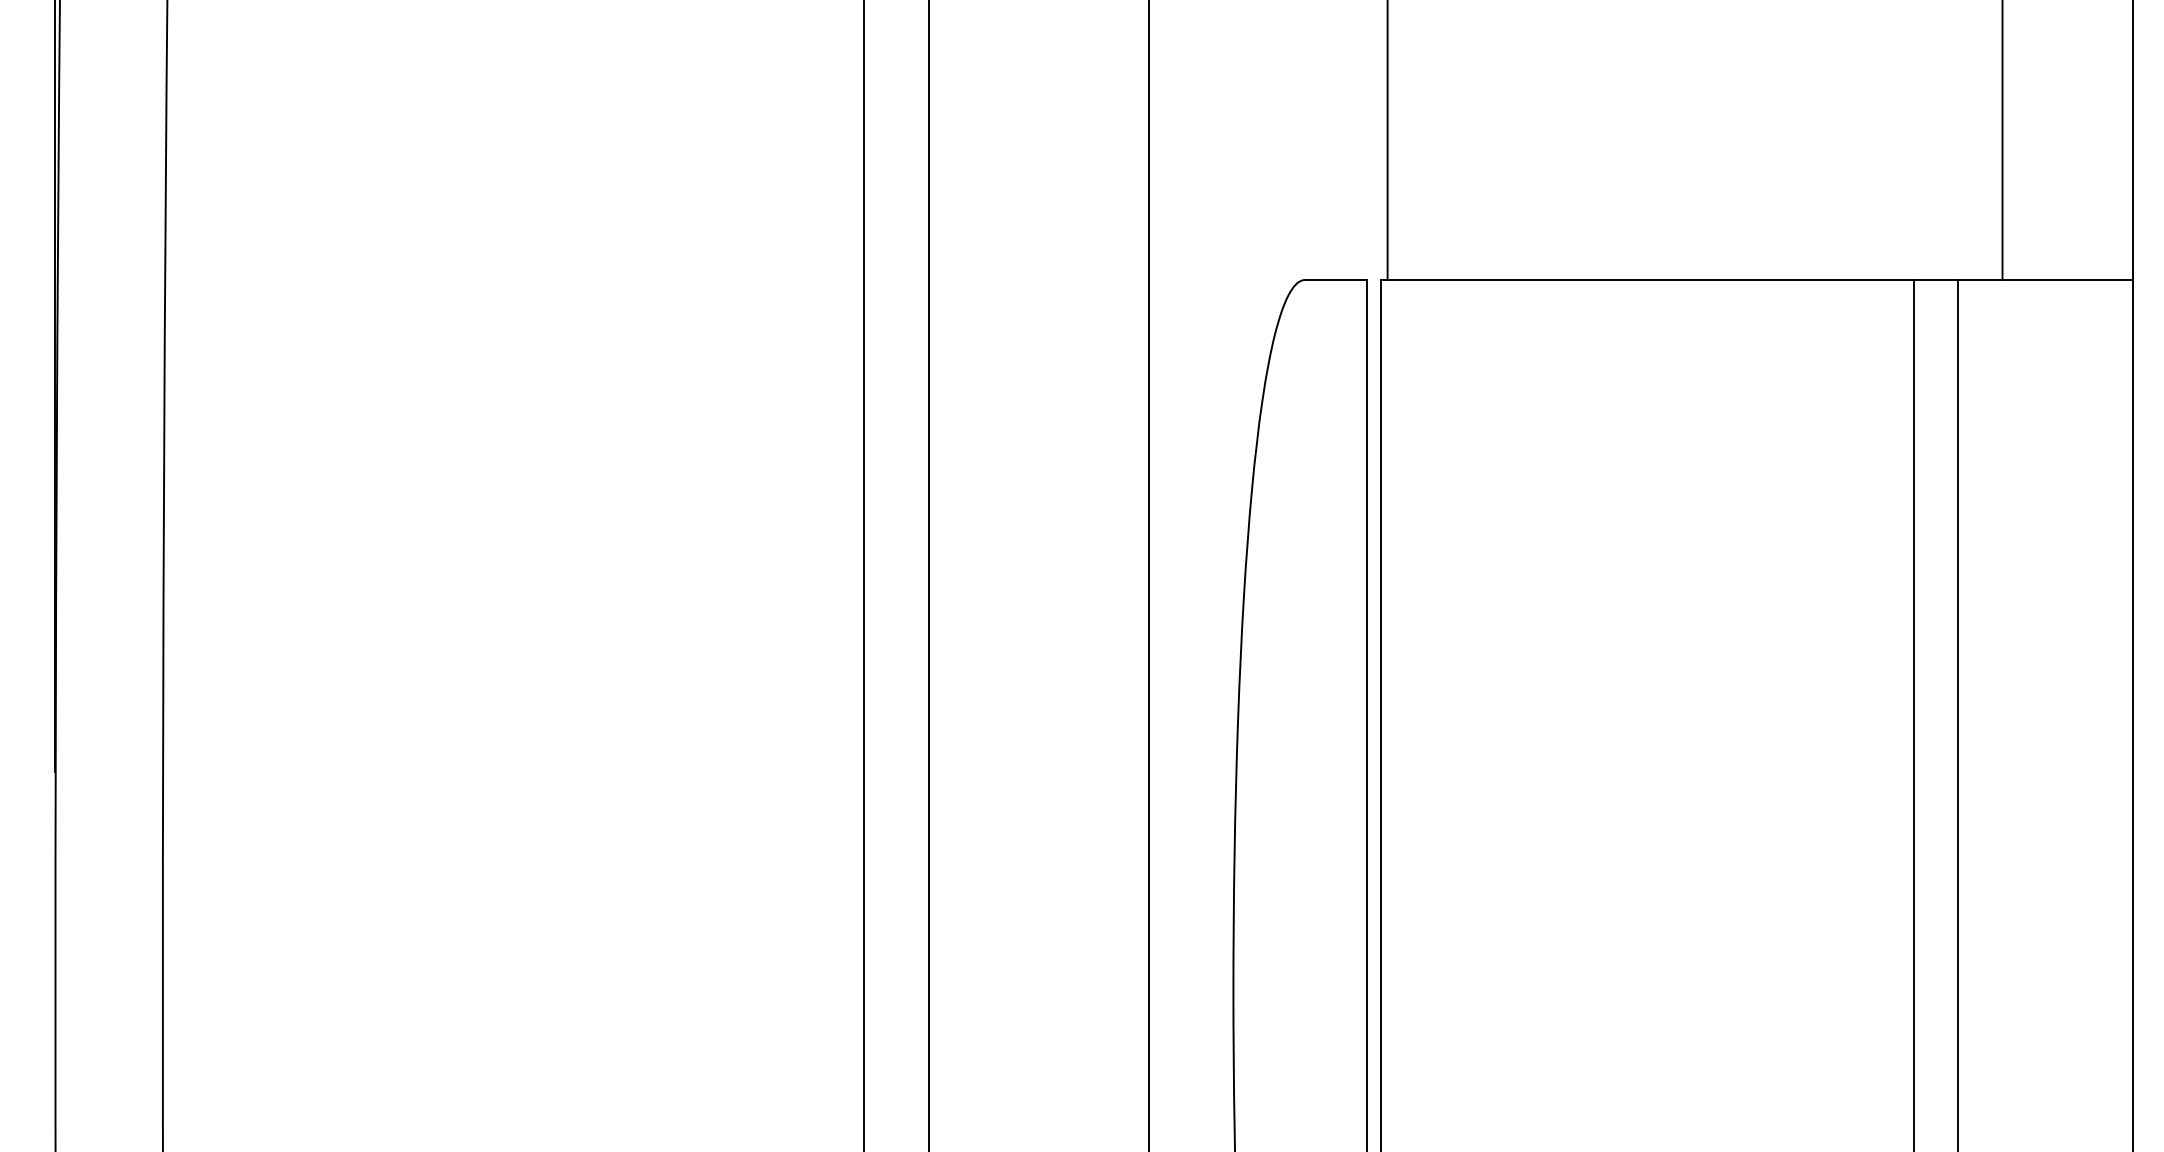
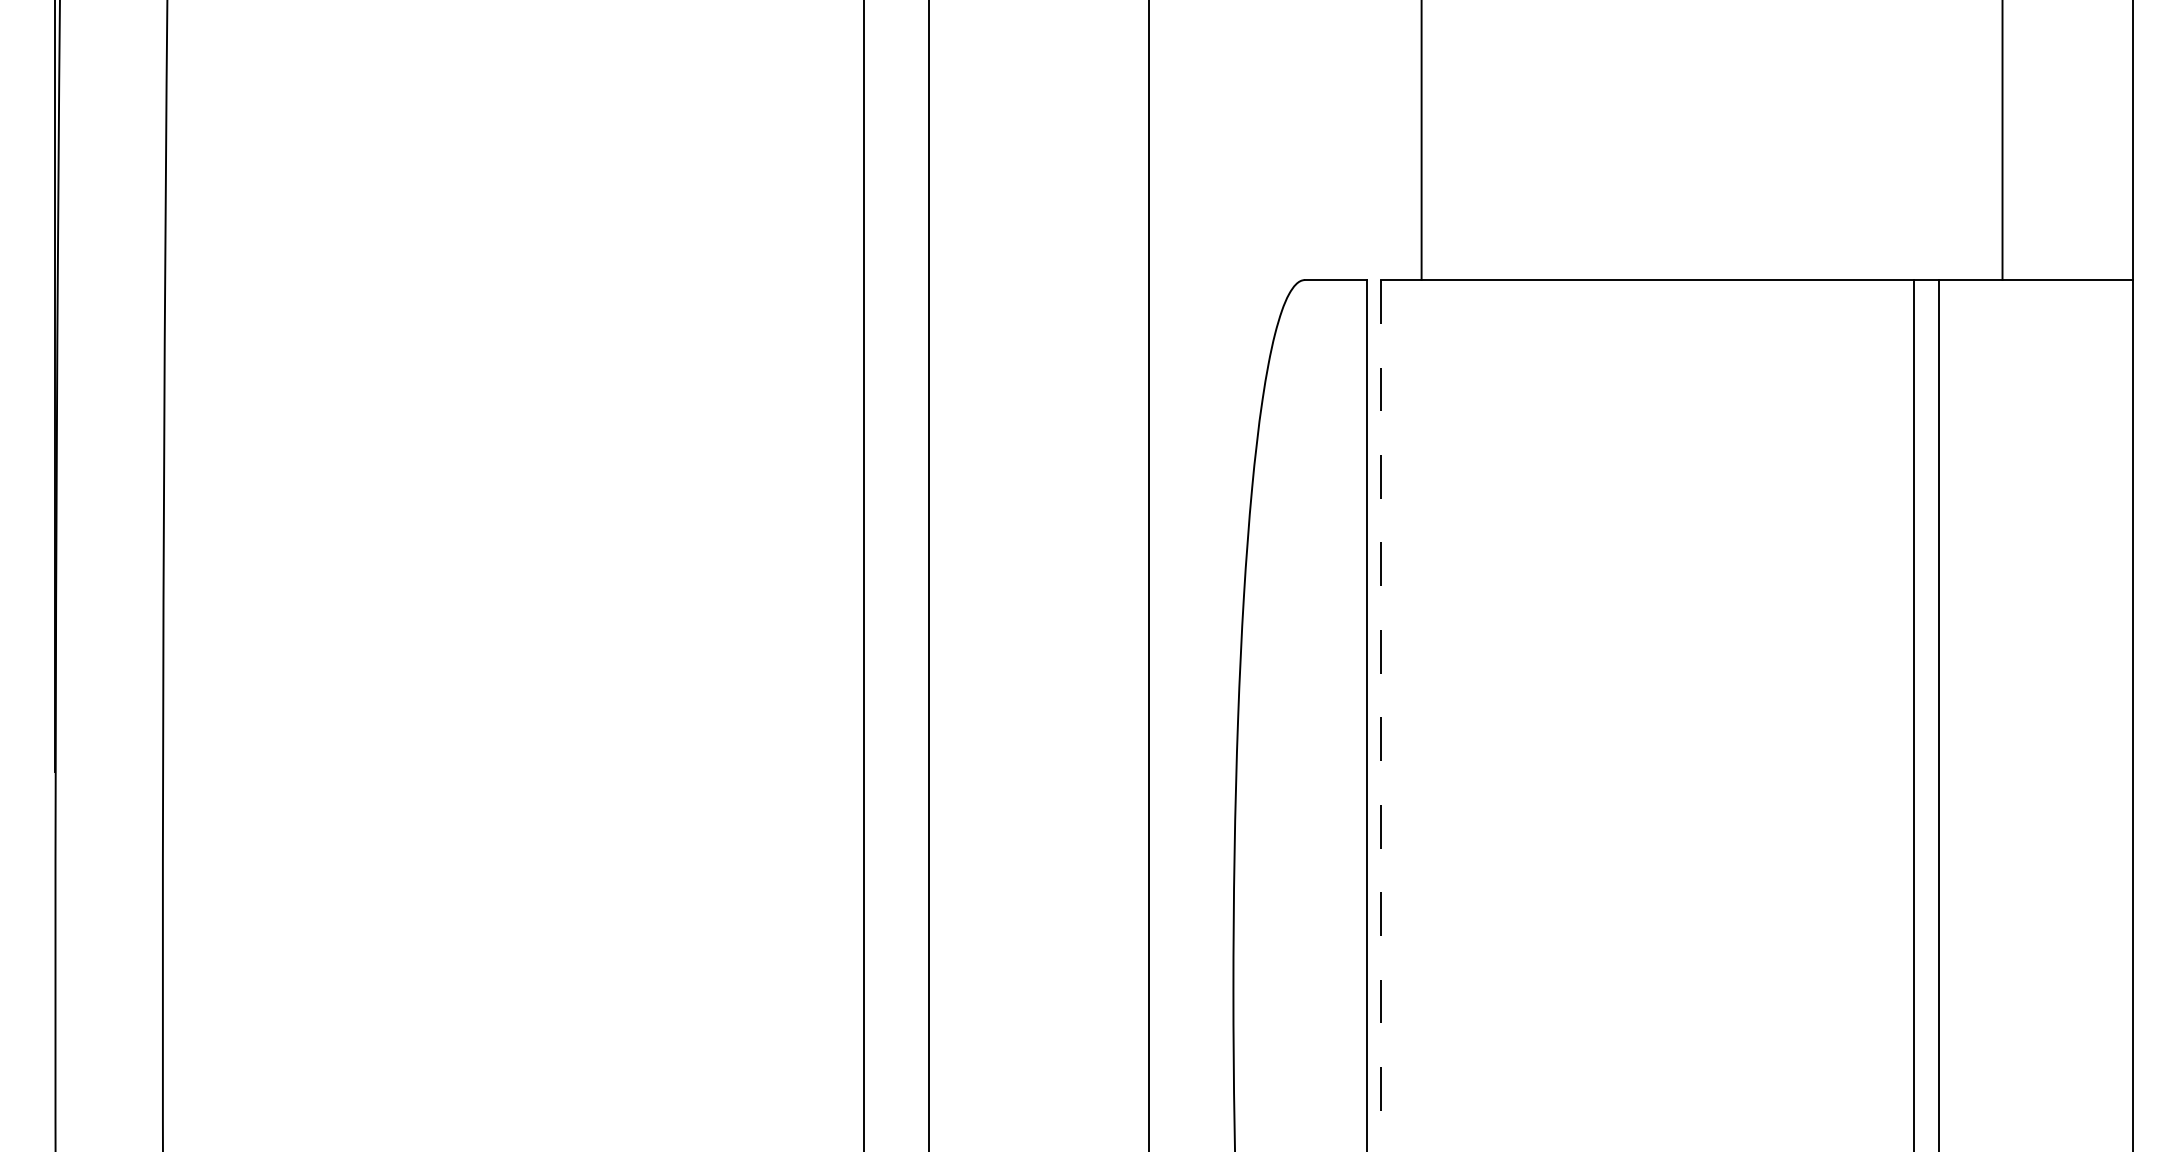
line at (1387, 141) position: (1387, 141) -> (1421, 141)
line at (1957, 714) position: (1957, 714) -> (1938, 714)
line at (1381, 715): solid -> dashed
